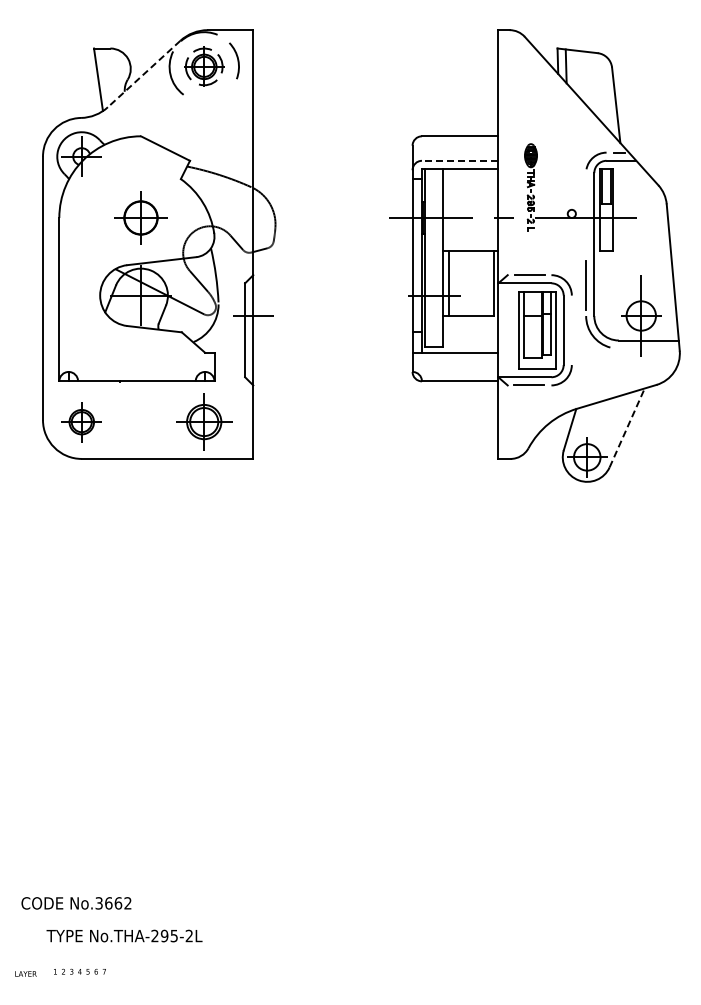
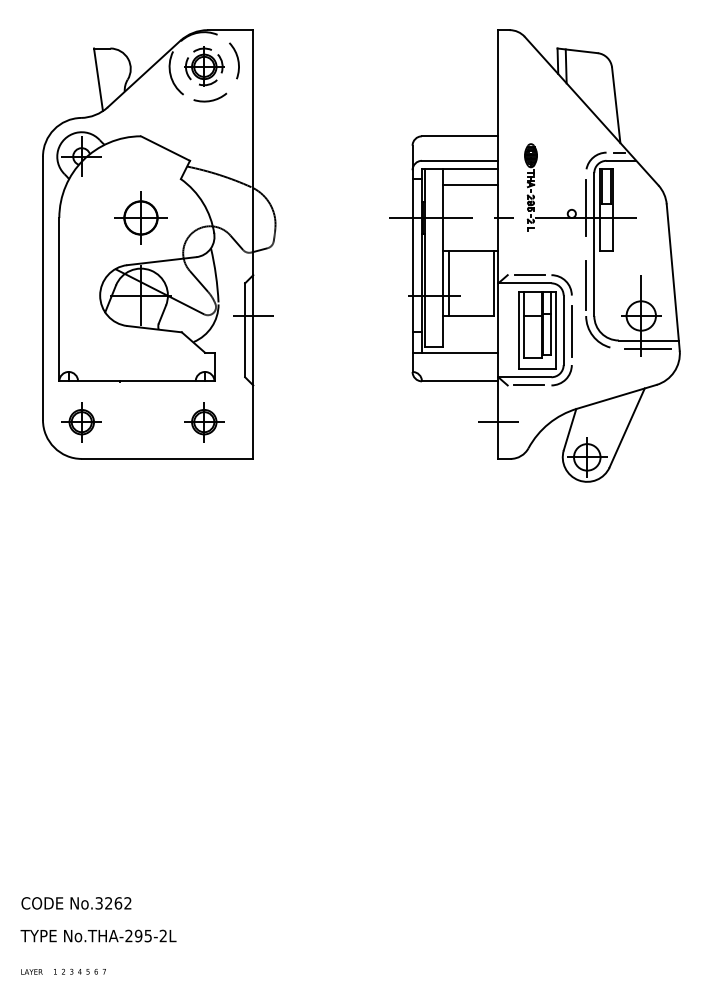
line at (143, 74): dashed -> solid
arc at (211, 99): none -> present
line at (459, 160): dashed -> solid
line at (470, 185): none -> present
line at (586, 207): none -> present
line at (571, 331): none -> present
line at (647, 348): none -> present
part at (204, 421) size: 57x58 px -> 41x41 px
line at (497, 422): none -> present
line at (627, 427): dashed -> solid
text at (108, 903): No.3662 -> No.3262
text at (124, 935) position: (124, 935) -> (98, 935)
text at (25, 973) position: (25, 973) -> (31, 971)
